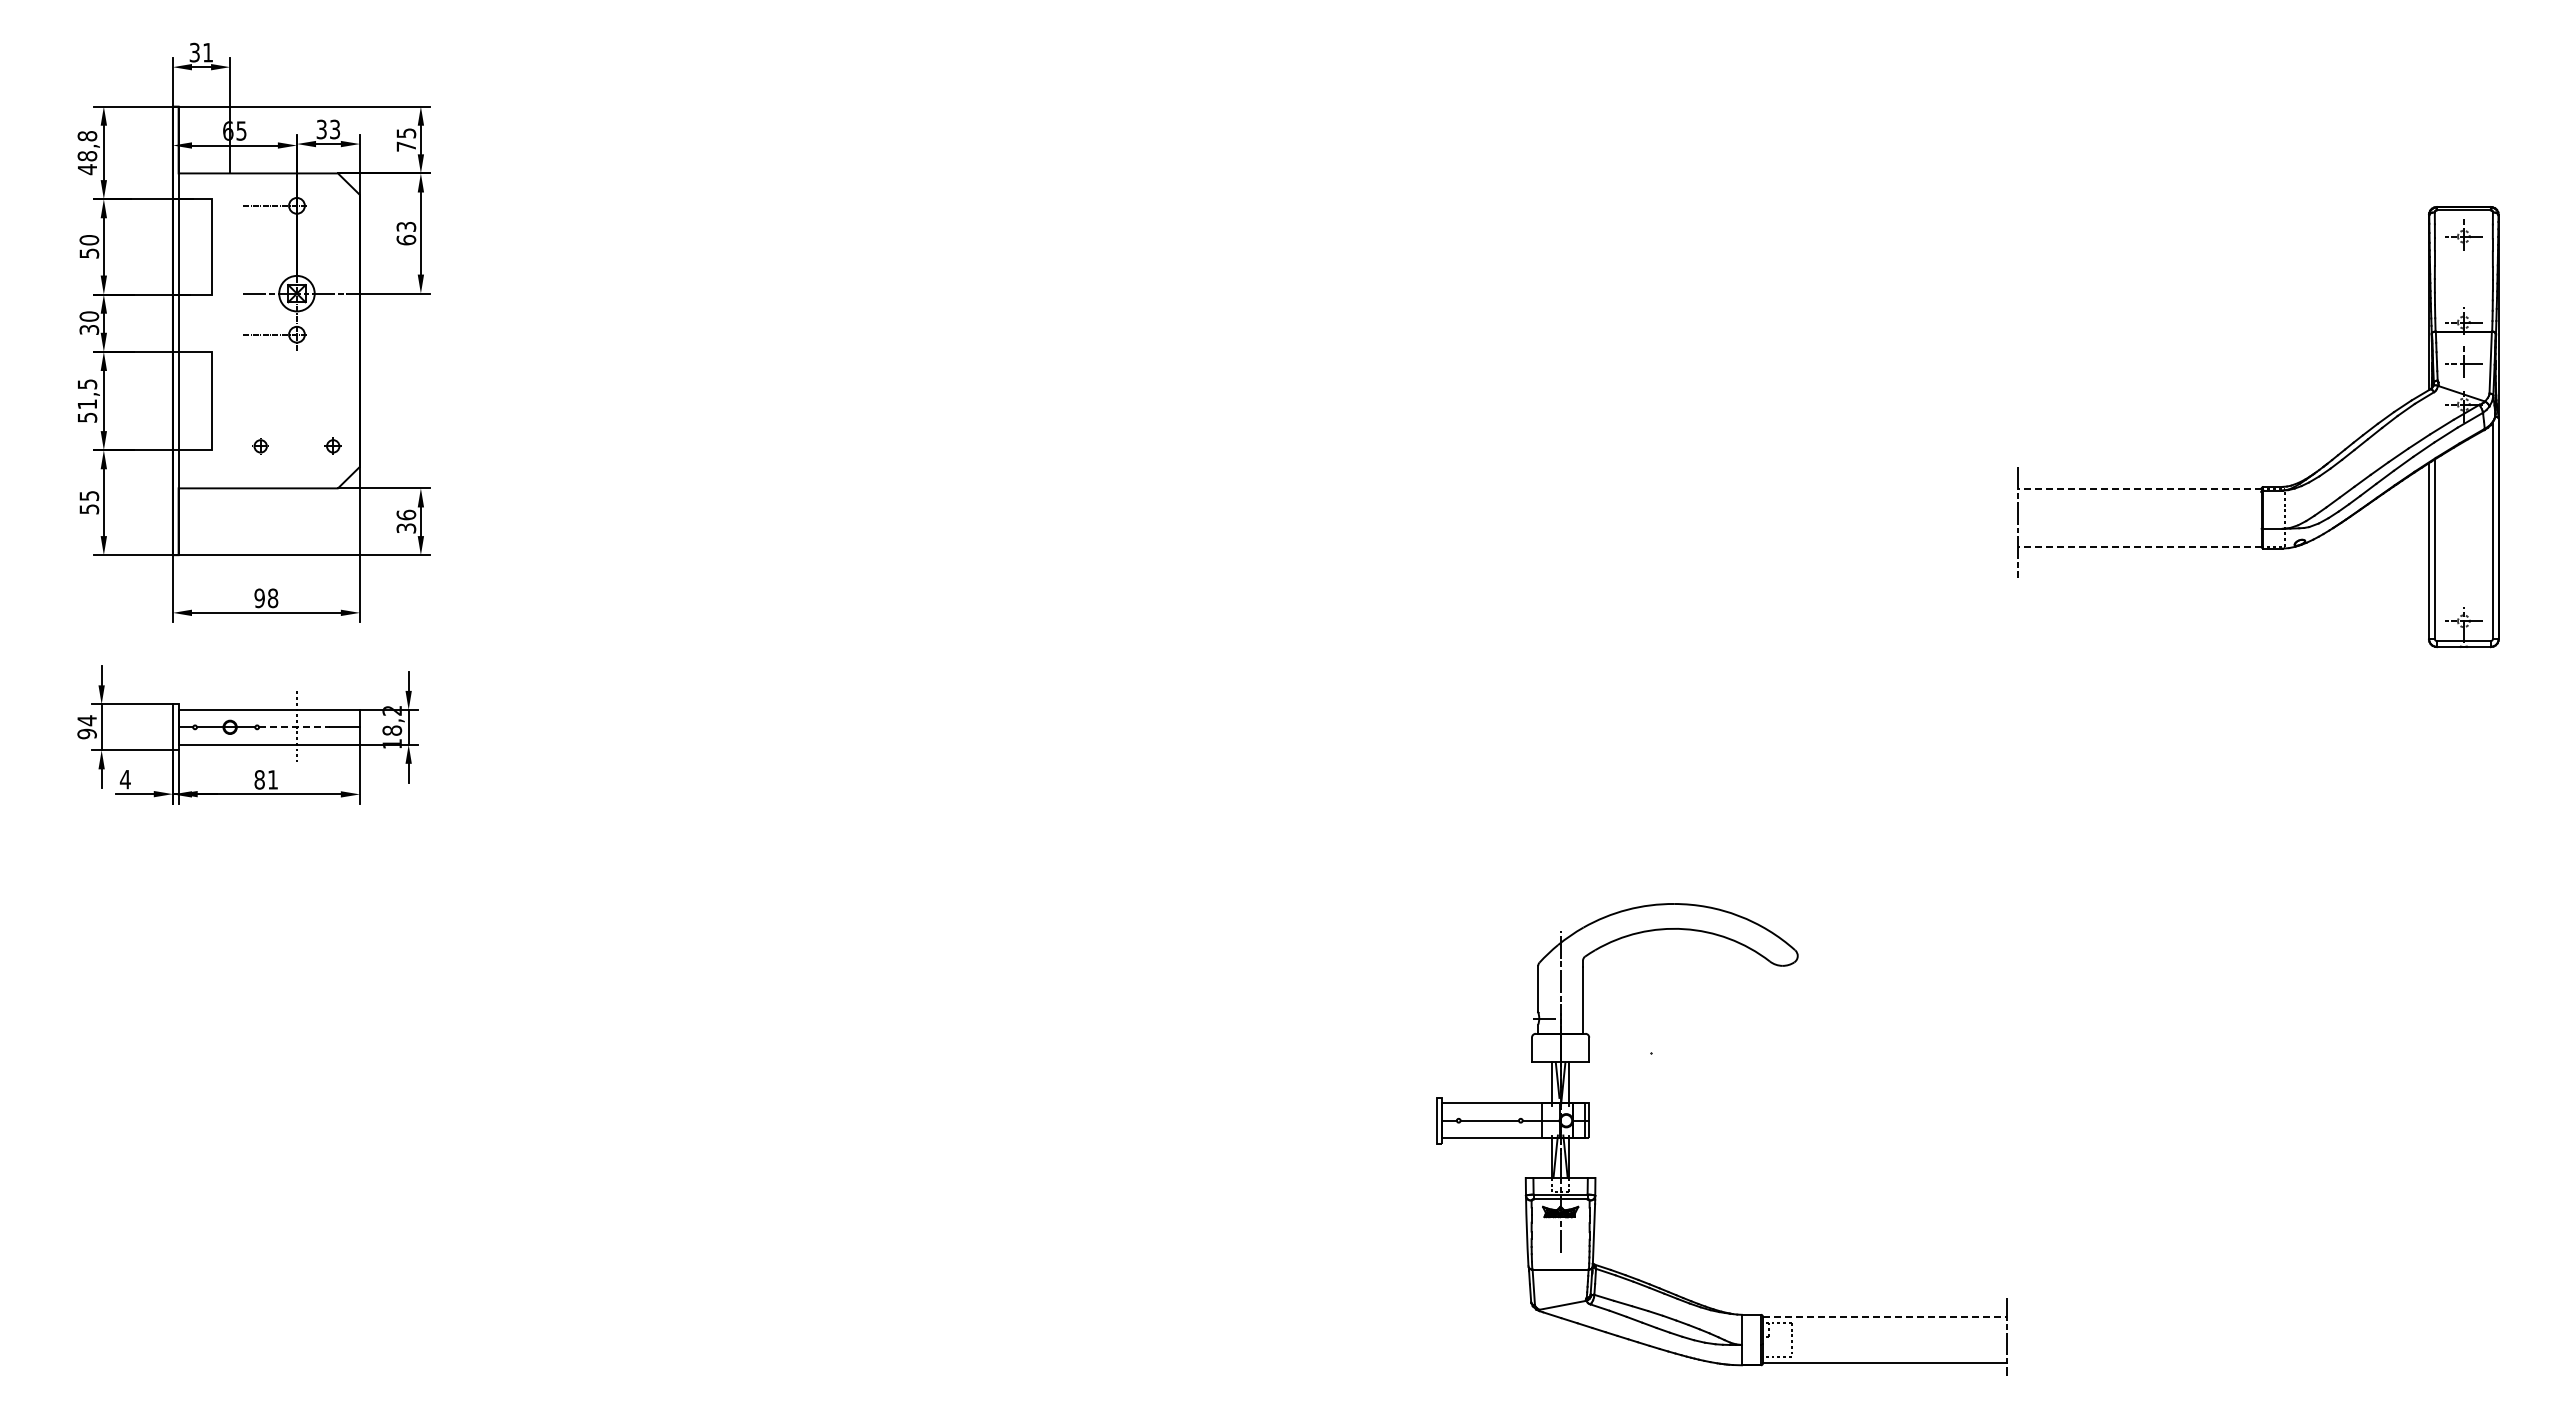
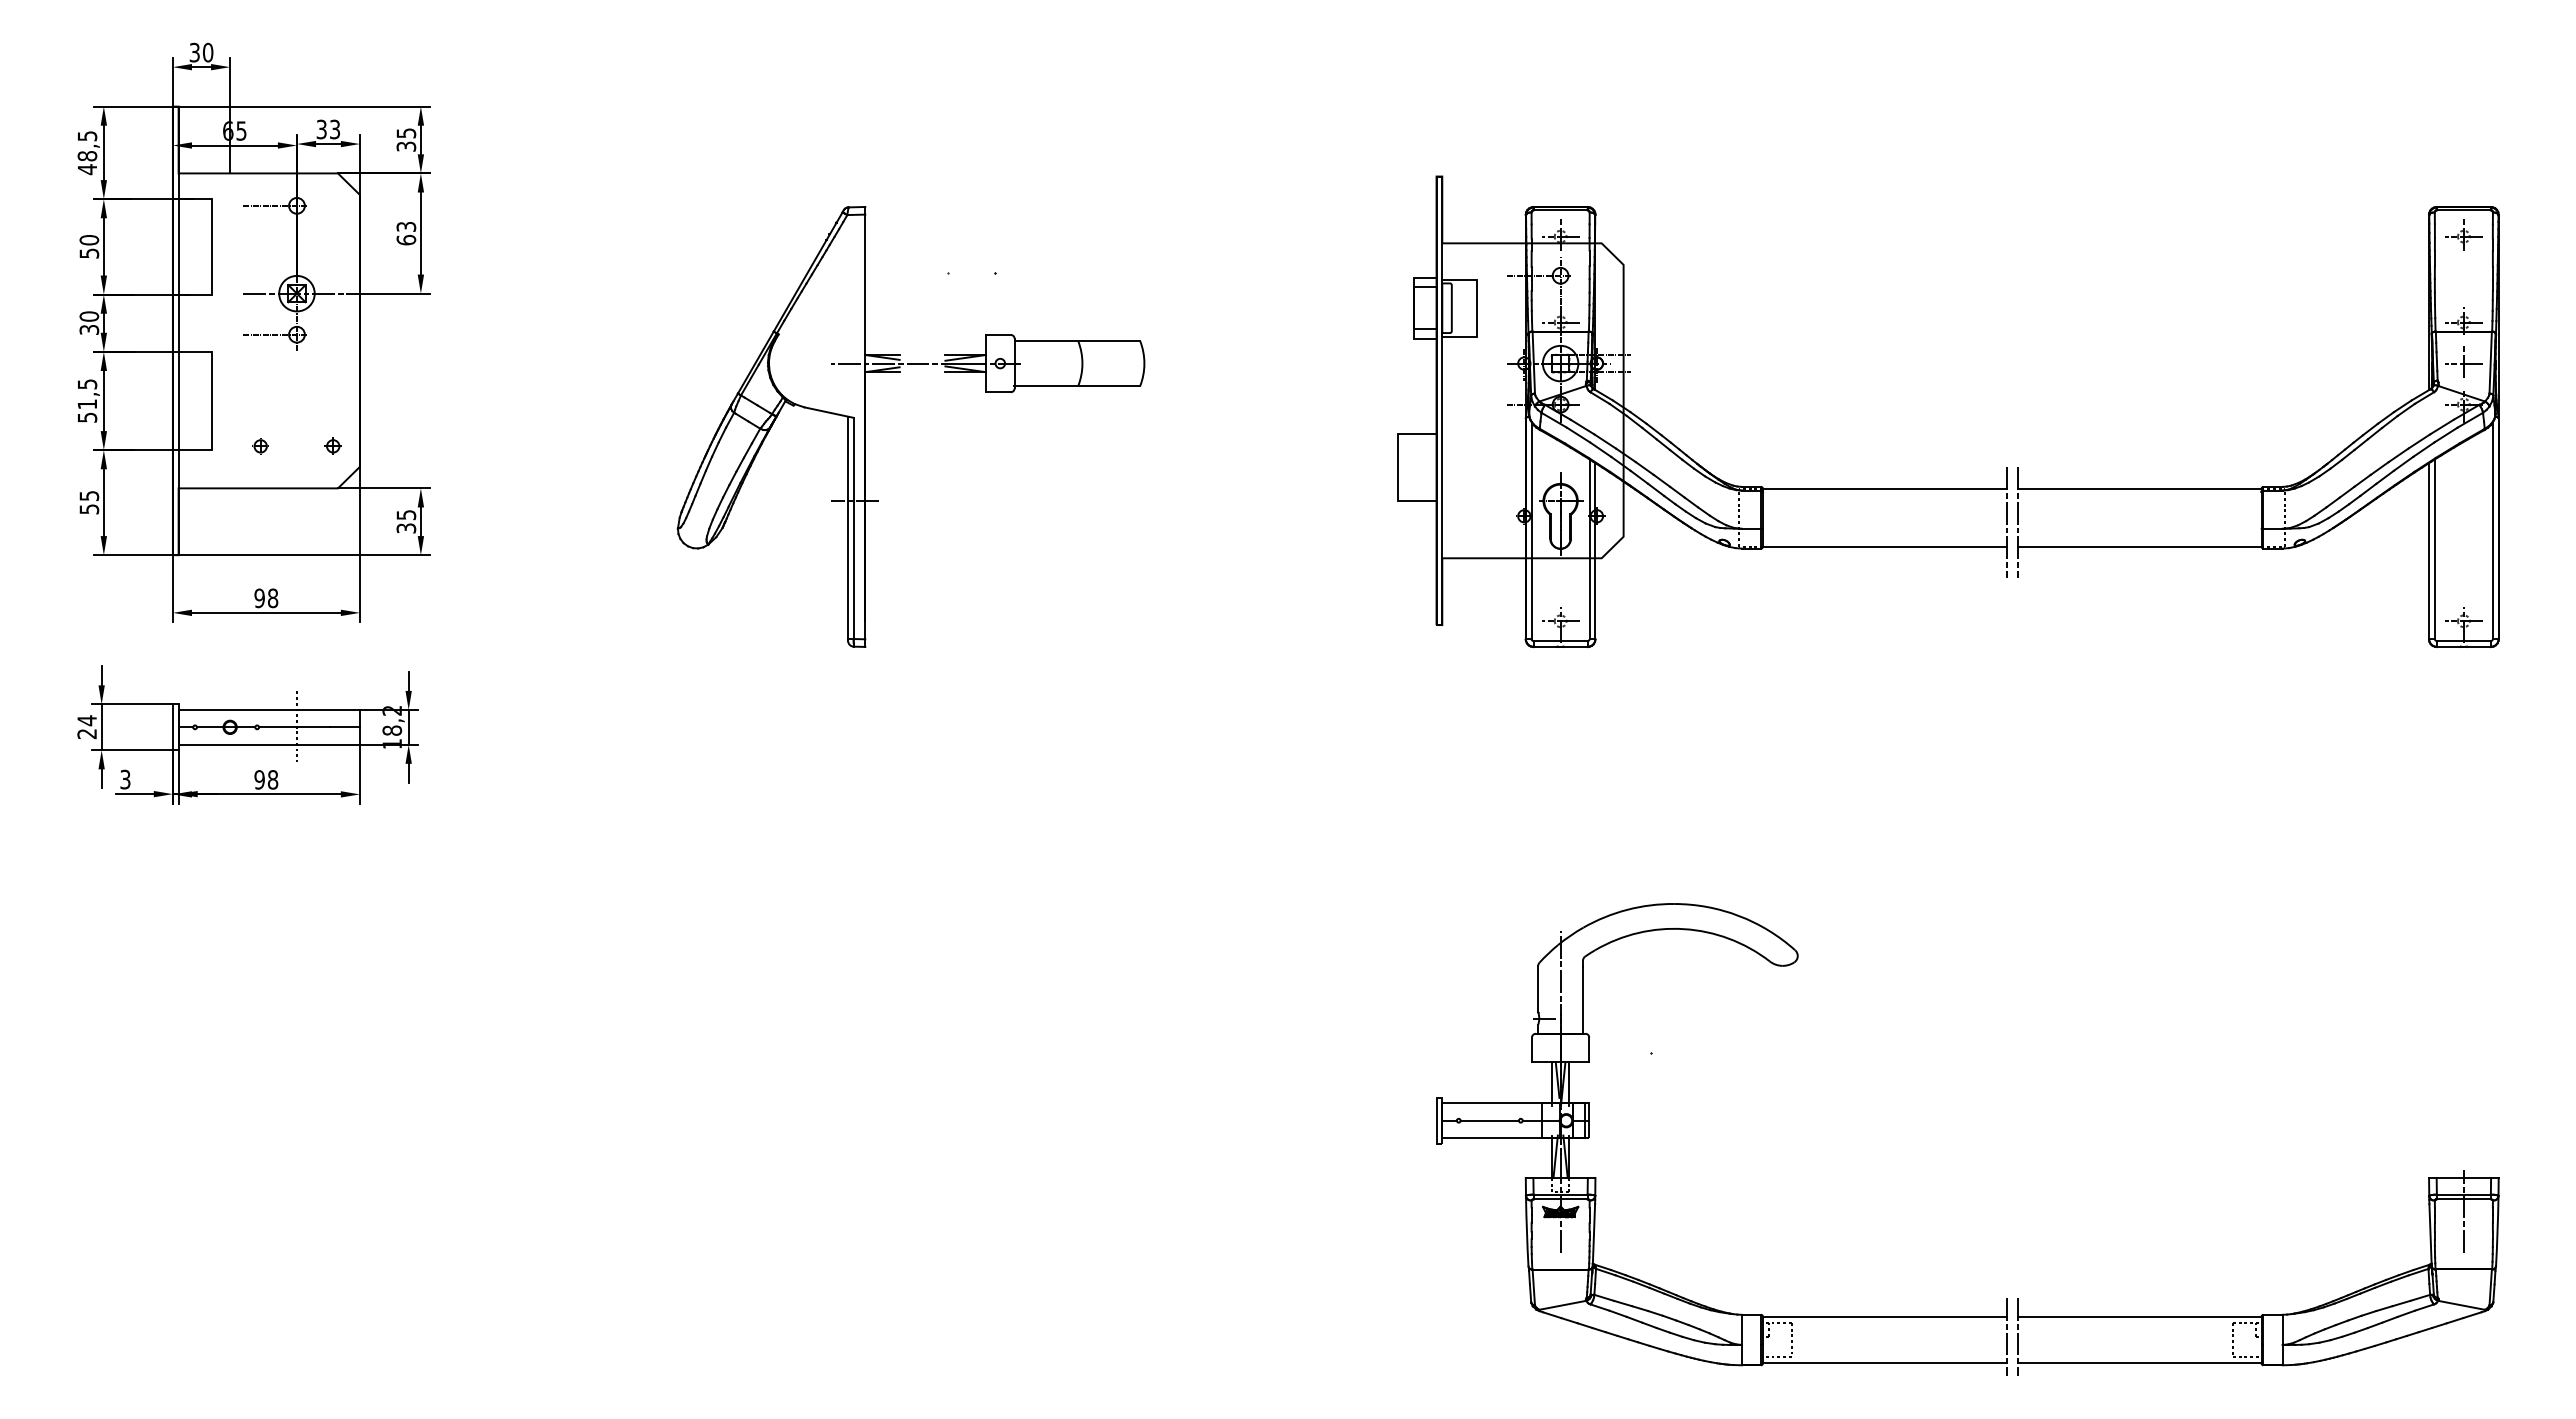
text at (208, 52): 31 -> 30
text at (87, 136): 48,8 -> 48,5
text at (406, 146): 75 -> 35
part at (865, 426): none -> present
part at (1676, 445): none -> present
line at (2139, 488): dashed -> solid
text at (406, 514): 36 -> 35
line at (2139, 546): dashed -> solid
line at (294, 727): dashed -> solid
text at (86, 733): 94 -> 24
text at (124, 779): 4 -> 3
text at (266, 779): 81 -> 98
part at (2261, 1314): none -> present
line at (1884, 1316): dashed -> solid
